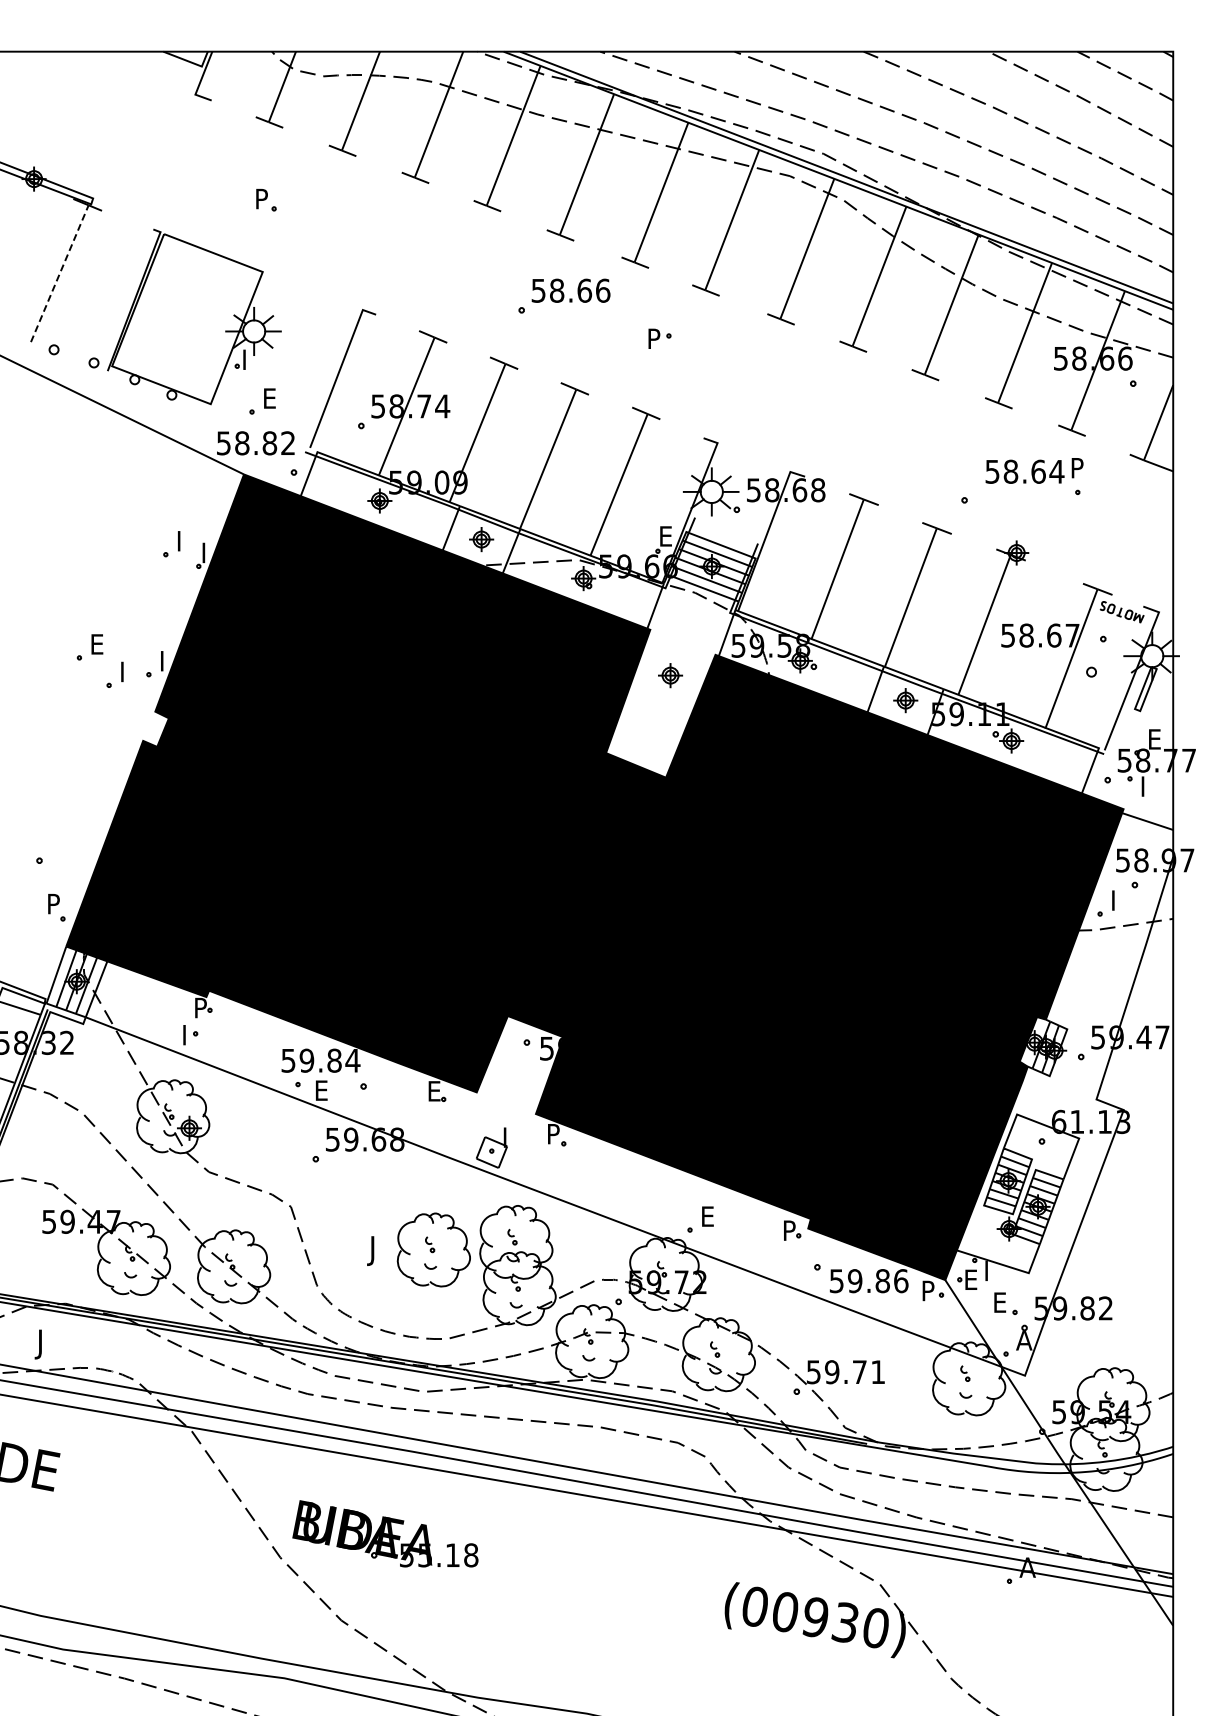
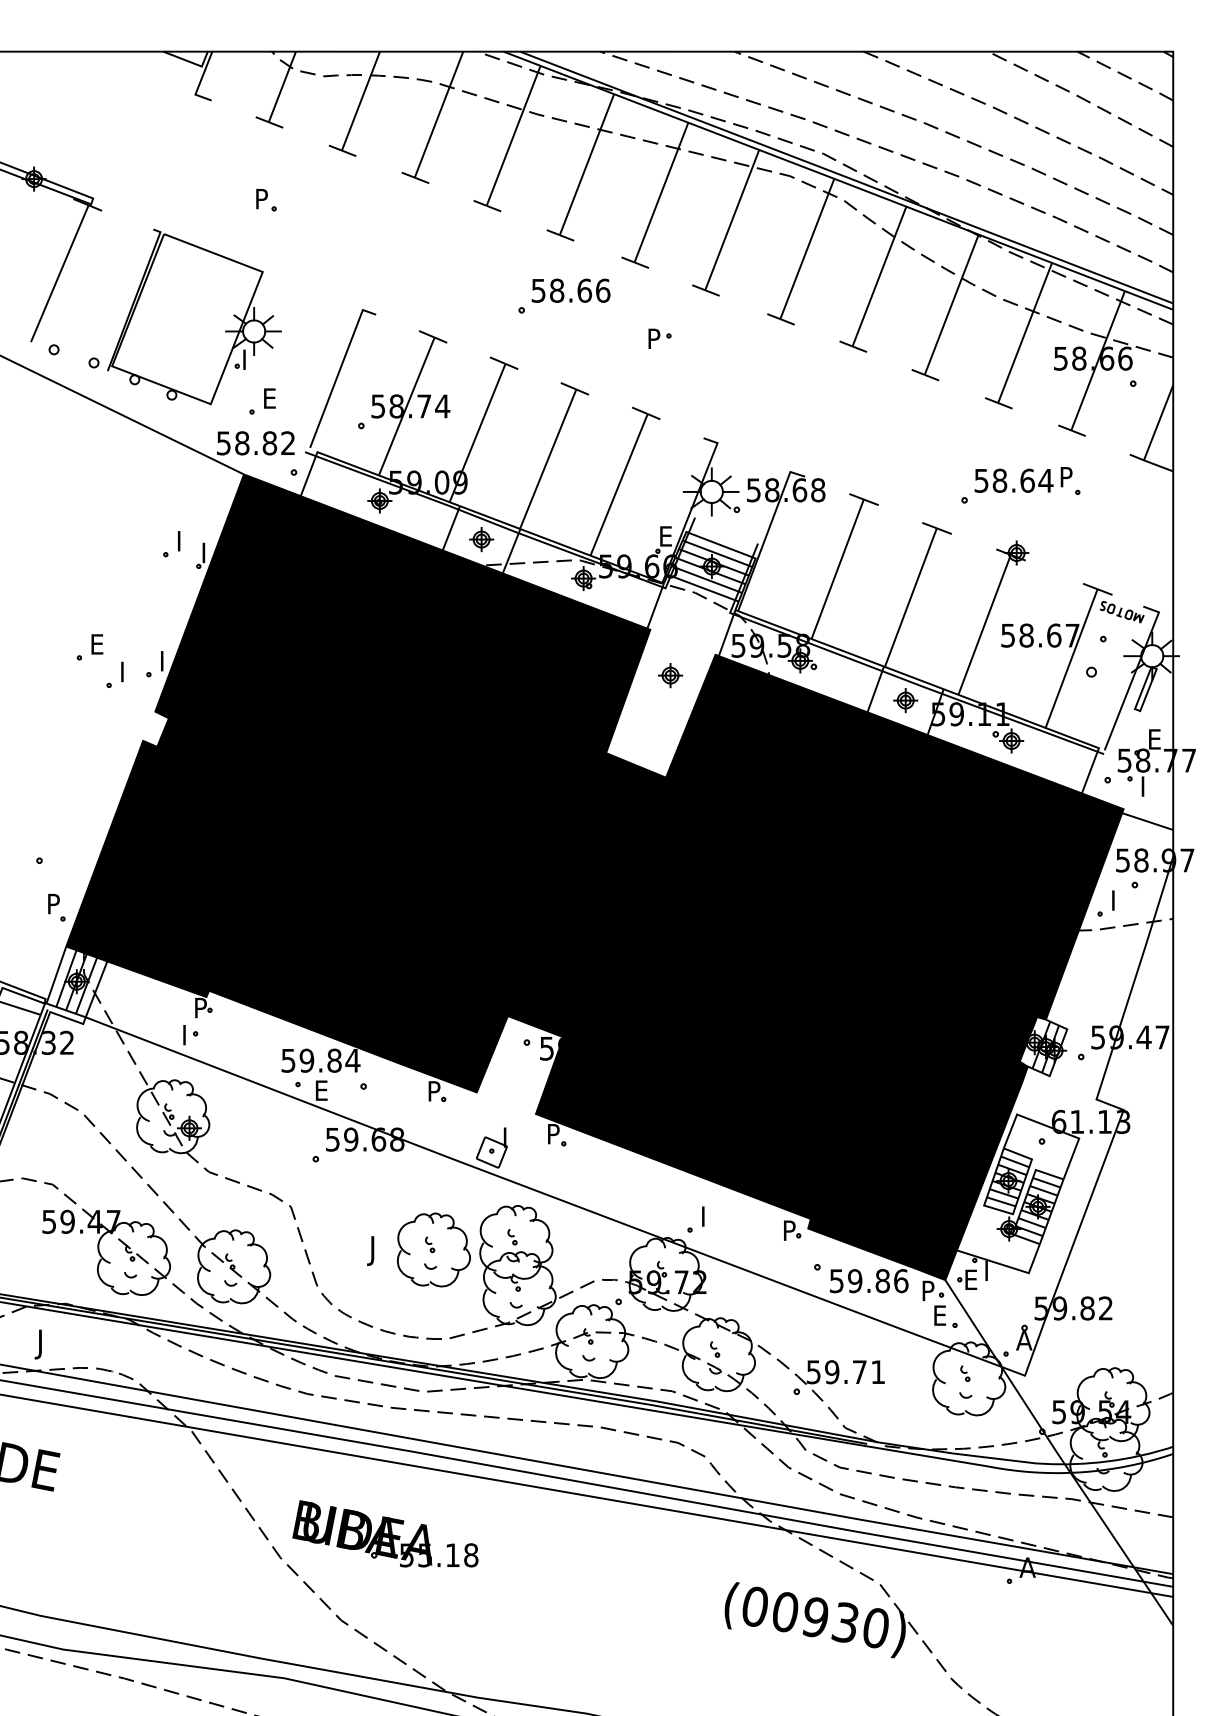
line at (60, 273): dashed -> solid
text at (1034, 470) position: (1034, 470) -> (1023, 479)
text at (435, 1091): E -> P
text at (708, 1216): E -> I
part at (1005, 1303) position: (1005, 1303) -> (945, 1316)
